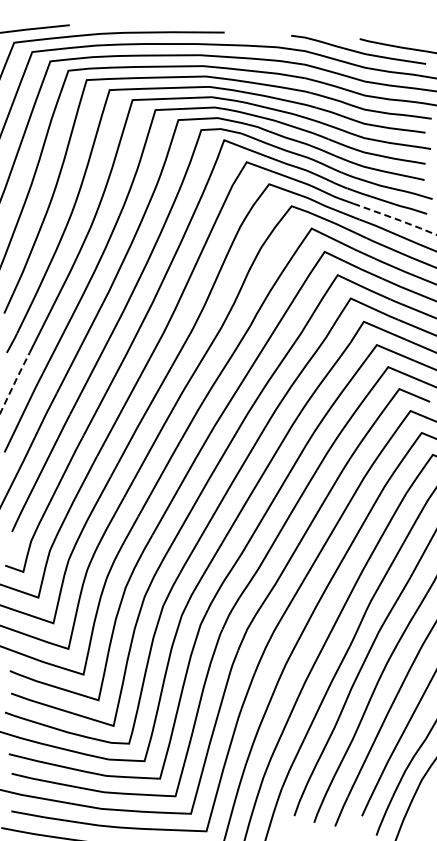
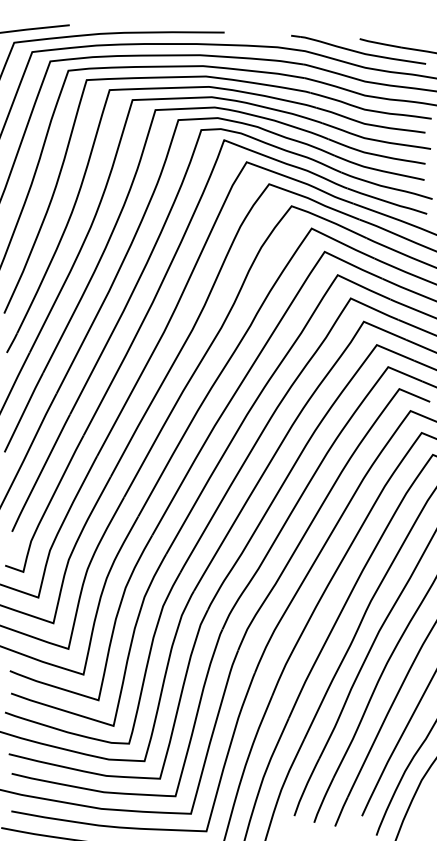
line at (396, 219): dashed -> solid
line at (15, 381): dashed -> solid
